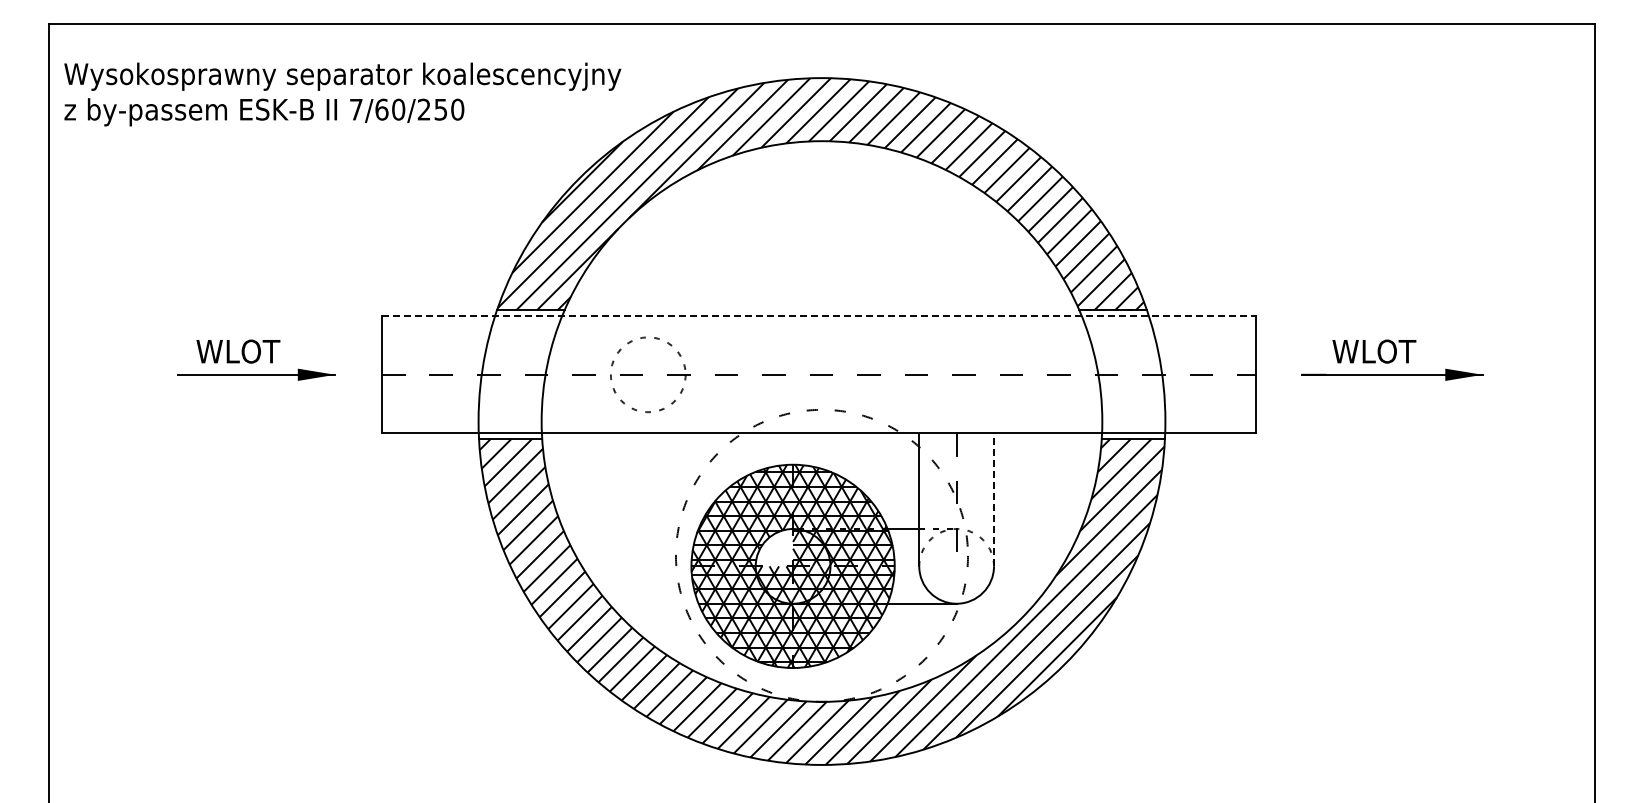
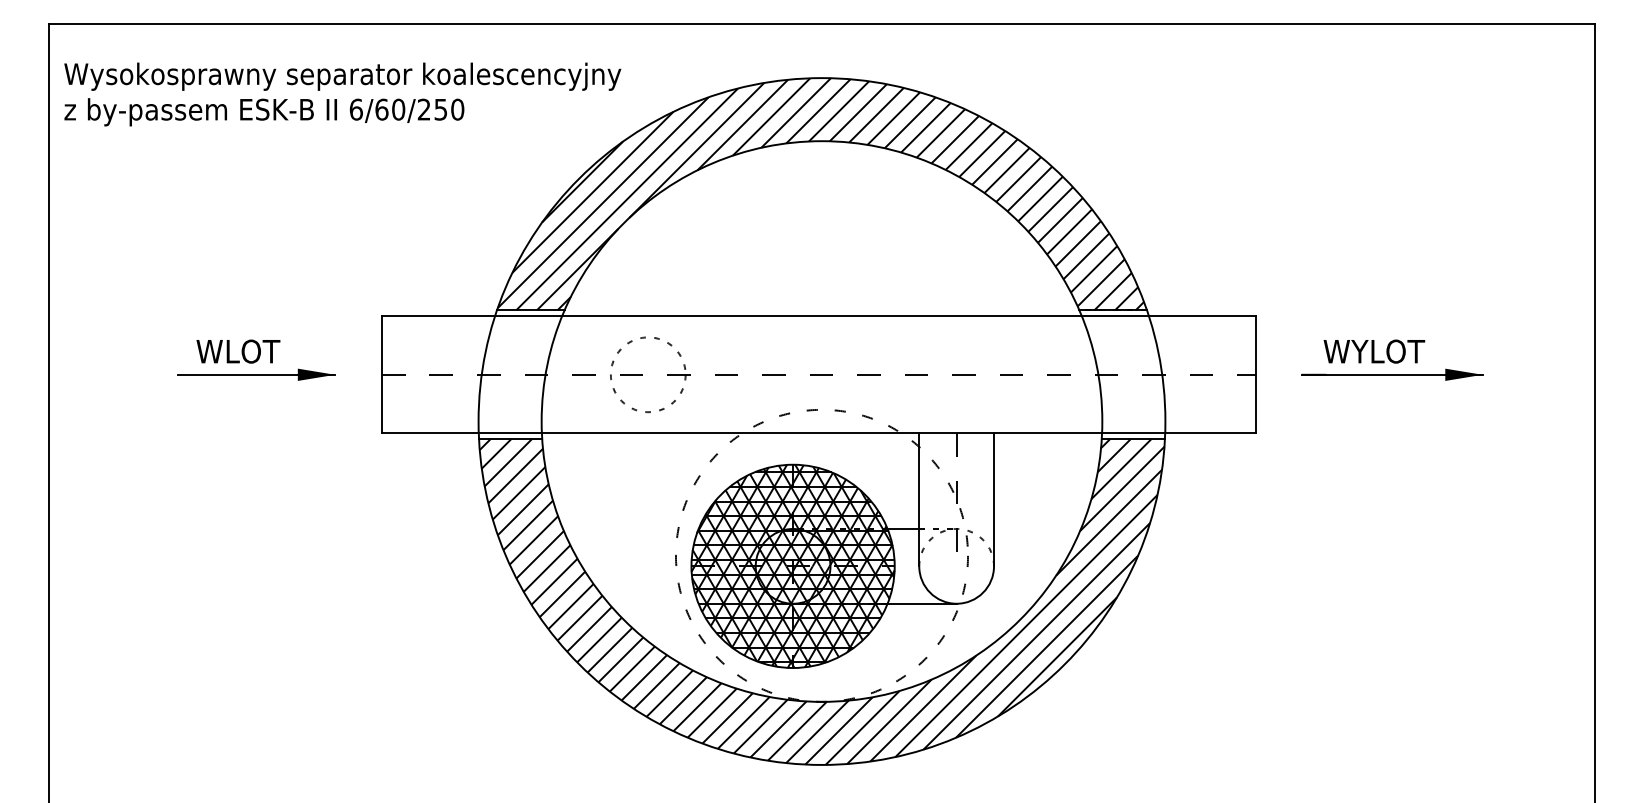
text at (355, 109): 7/60/250 -> 6/60/250
line at (818, 316): dashed -> solid
text at (1374, 351): WLOT -> WYLOT
line at (994, 499): dashed -> solid
hatch at (774, 548): none -> present
